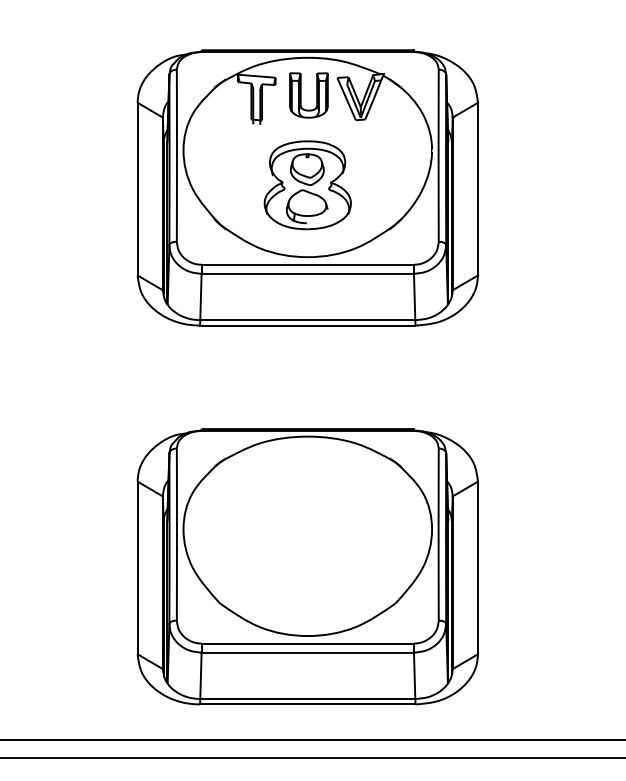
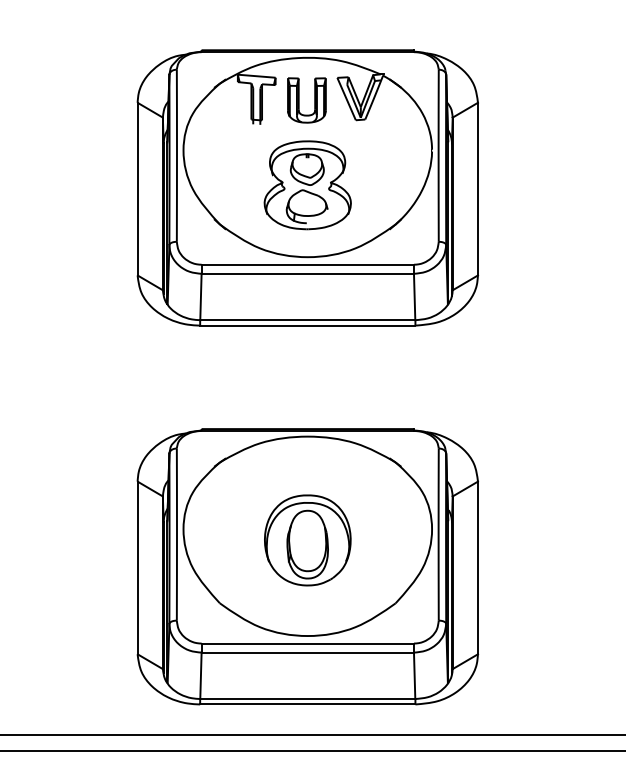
part at (301, 95) position: (301, 95) -> (299, 100)
part at (307, 540): none -> present
line at (312, 740) position: (312, 740) -> (312, 735)
line at (312, 757) position: (312, 757) -> (312, 750)
